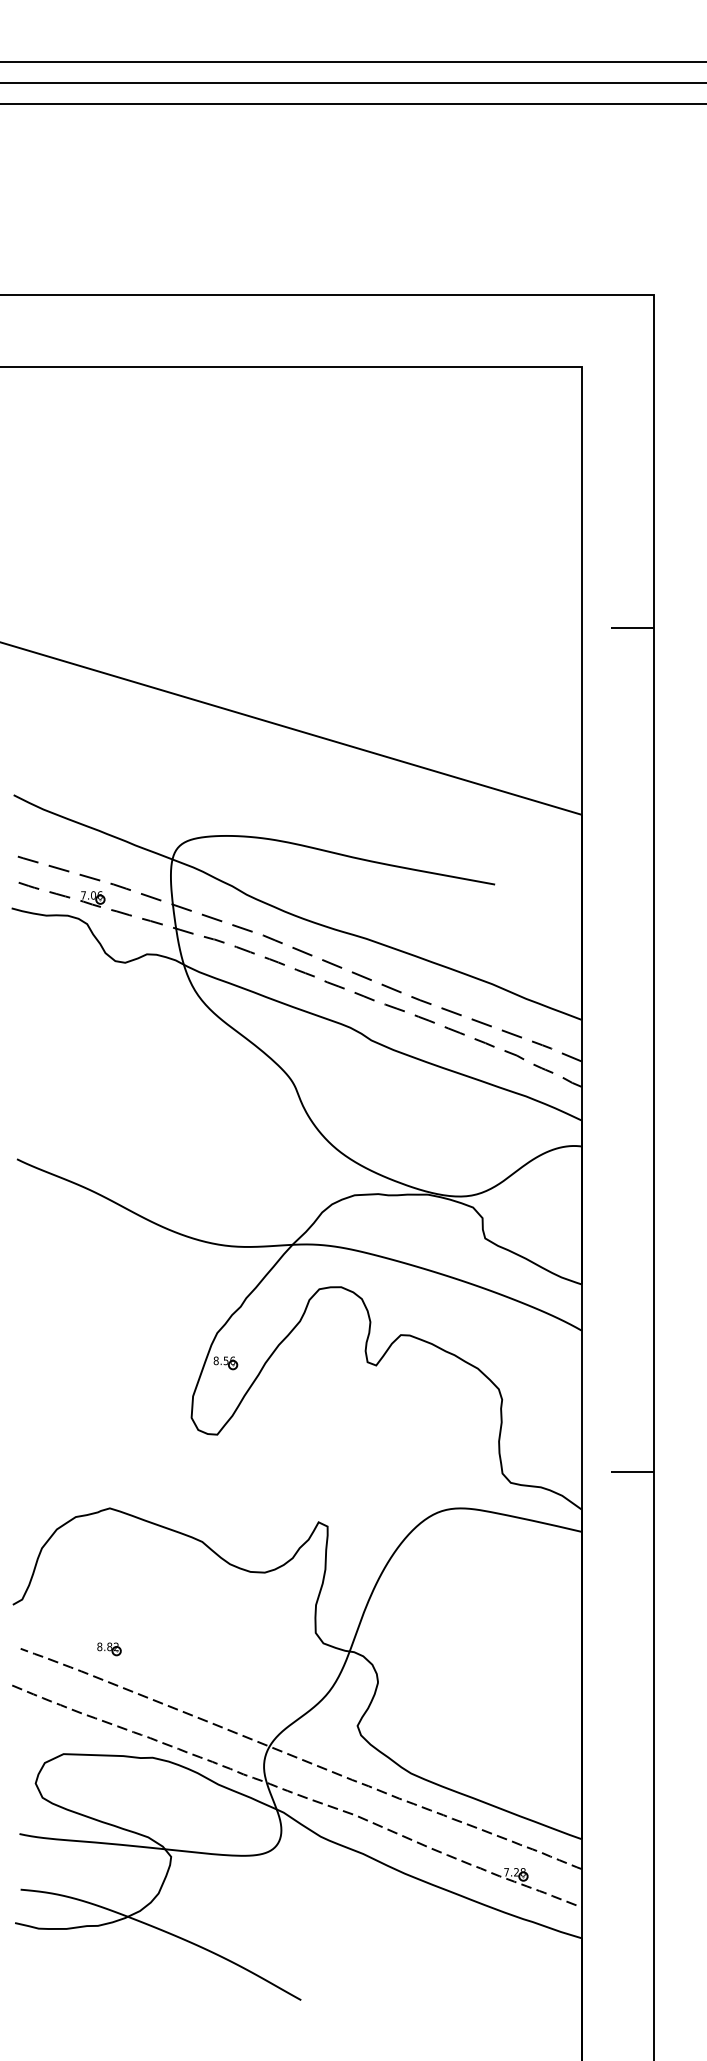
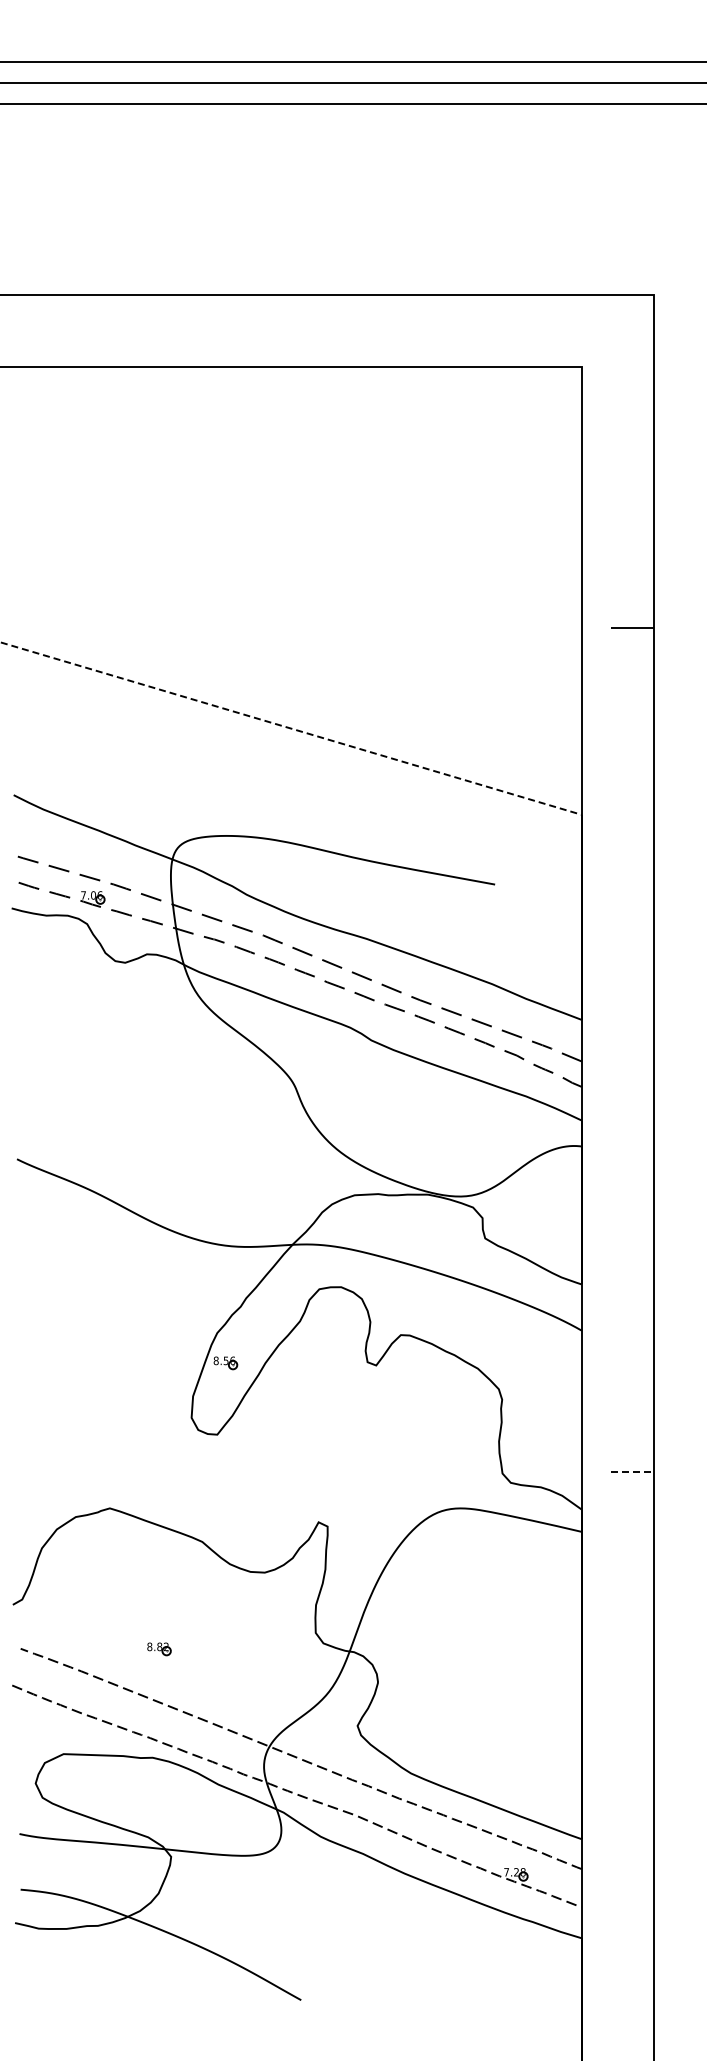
line at (291, 728): solid -> dashed
line at (632, 1472): solid -> dashed
part at (109, 1649) position: (109, 1649) -> (159, 1649)
